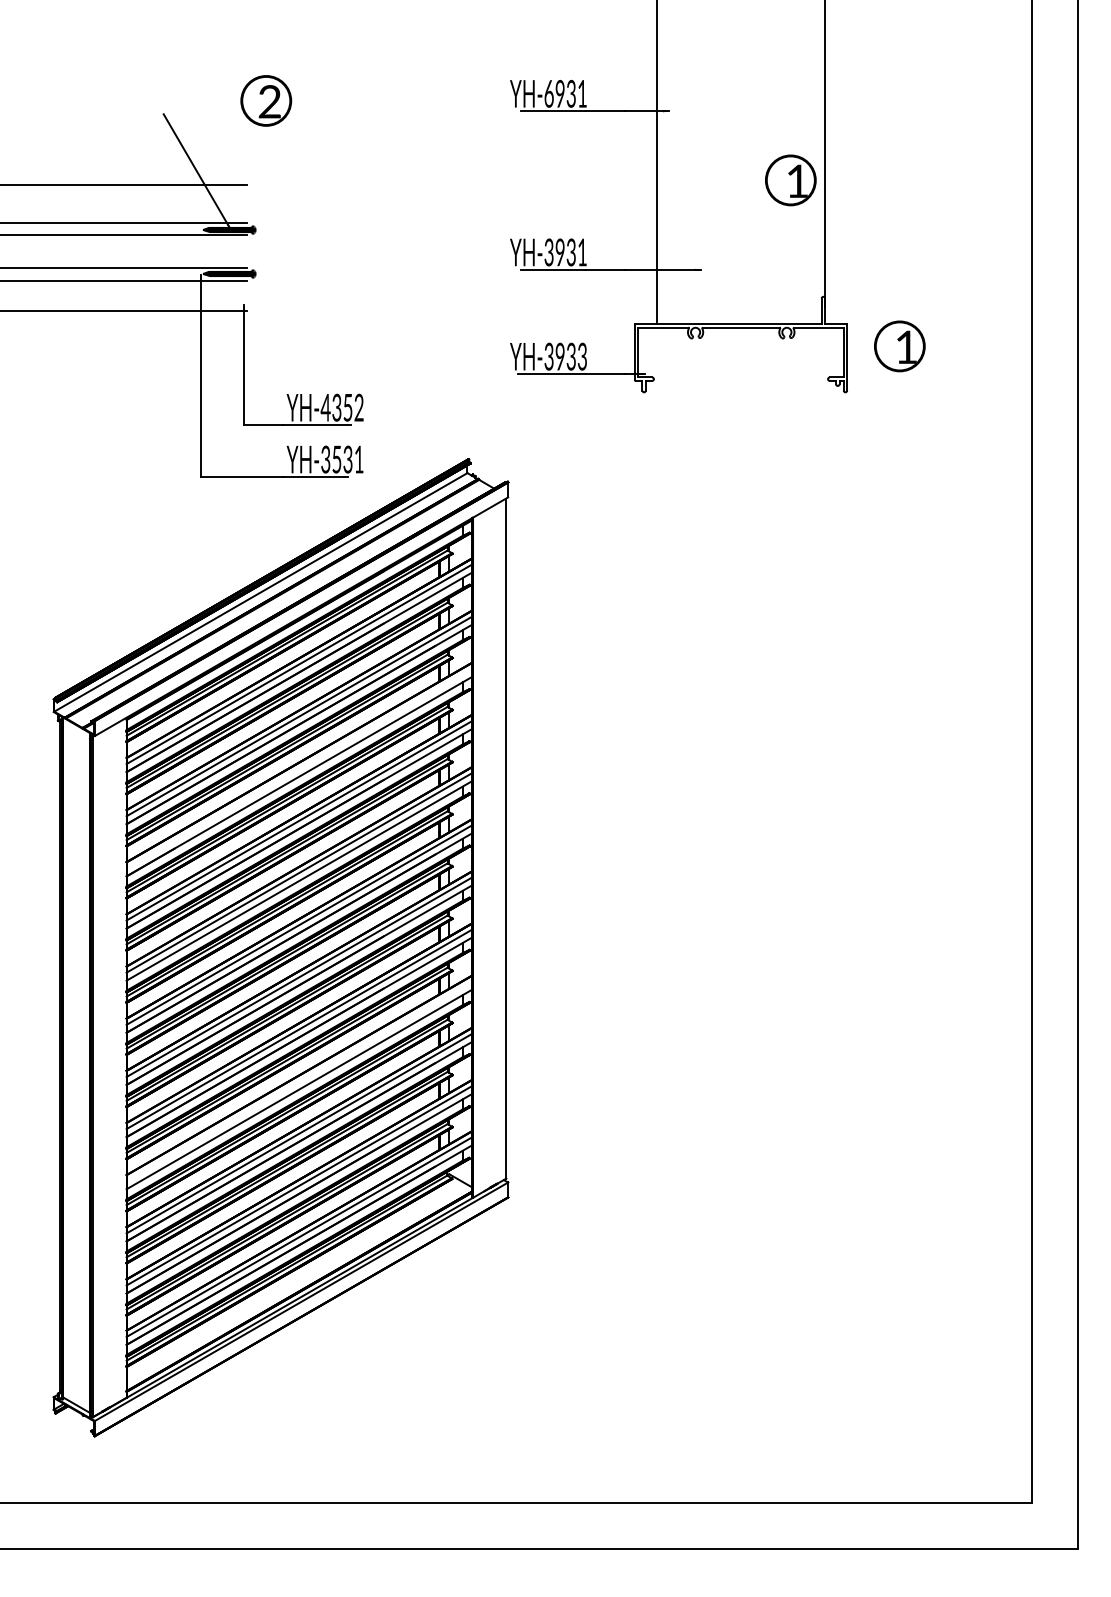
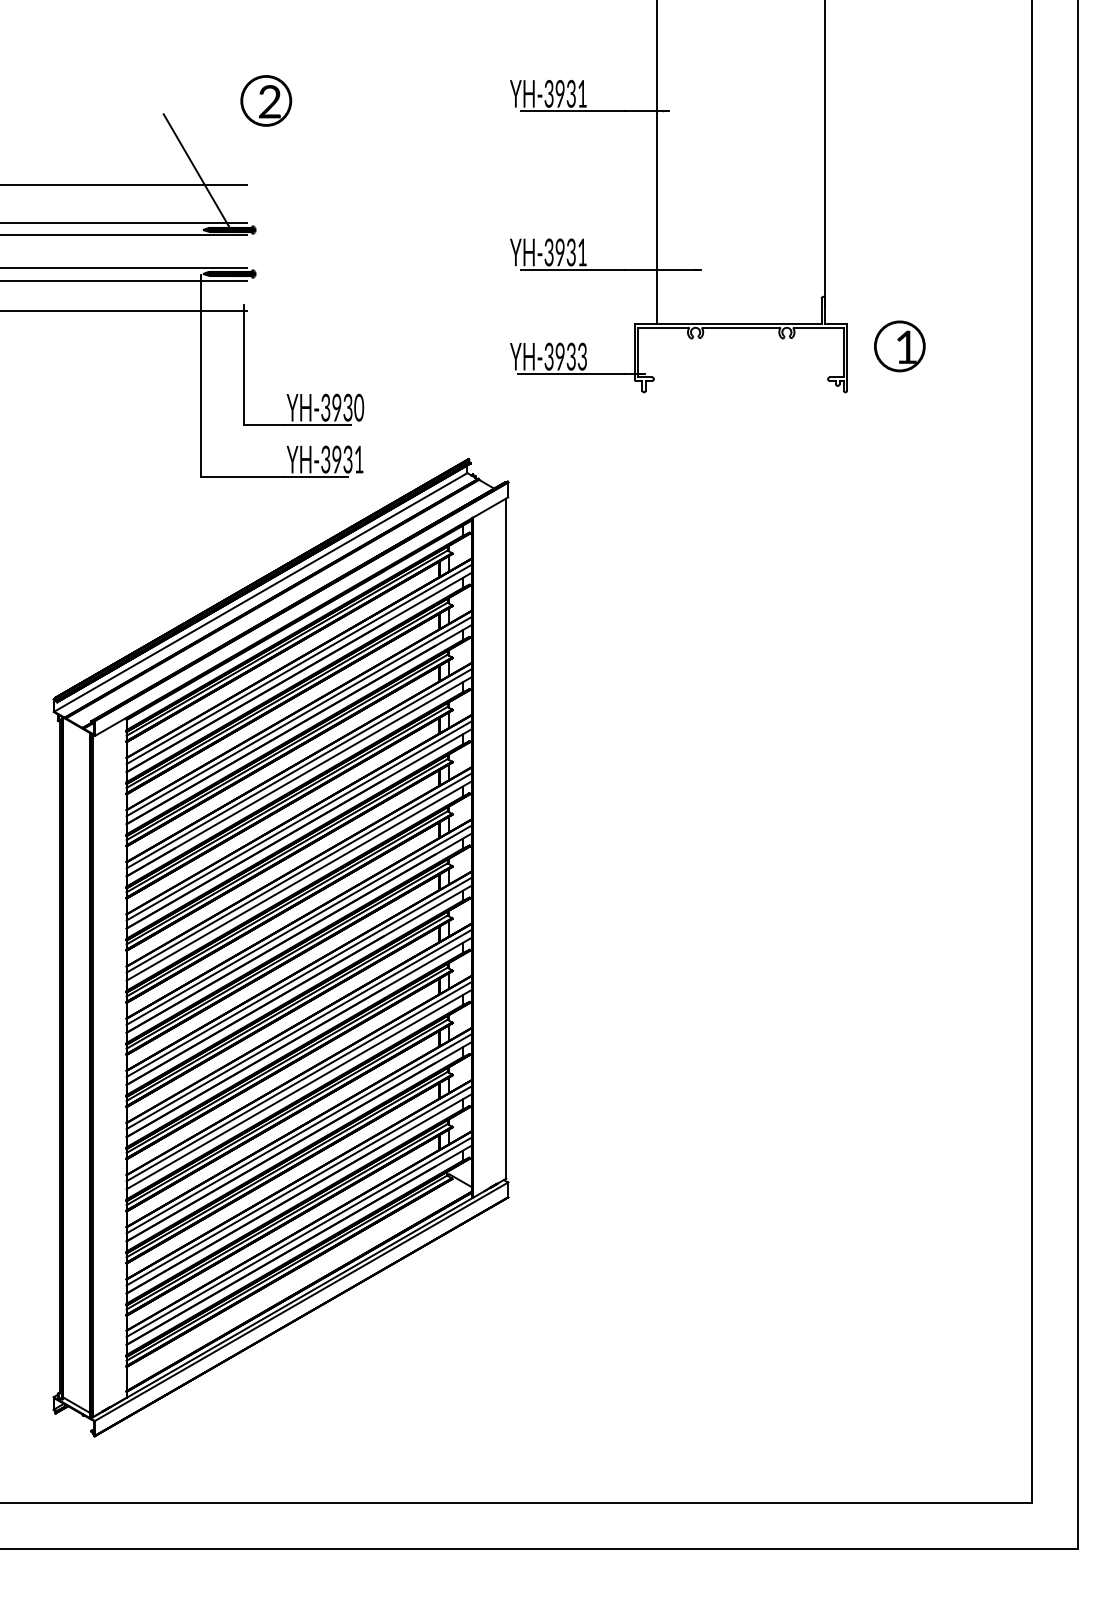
text at (548, 93): YH-6931 -> YH-3931
part at (790, 180): present -> none
text at (342, 407): YH-4352 -> YH-3930
text at (336, 459): YH-3531 -> YH-3931
line at (299, 768): none -> present
line at (299, 1081): none -> present
